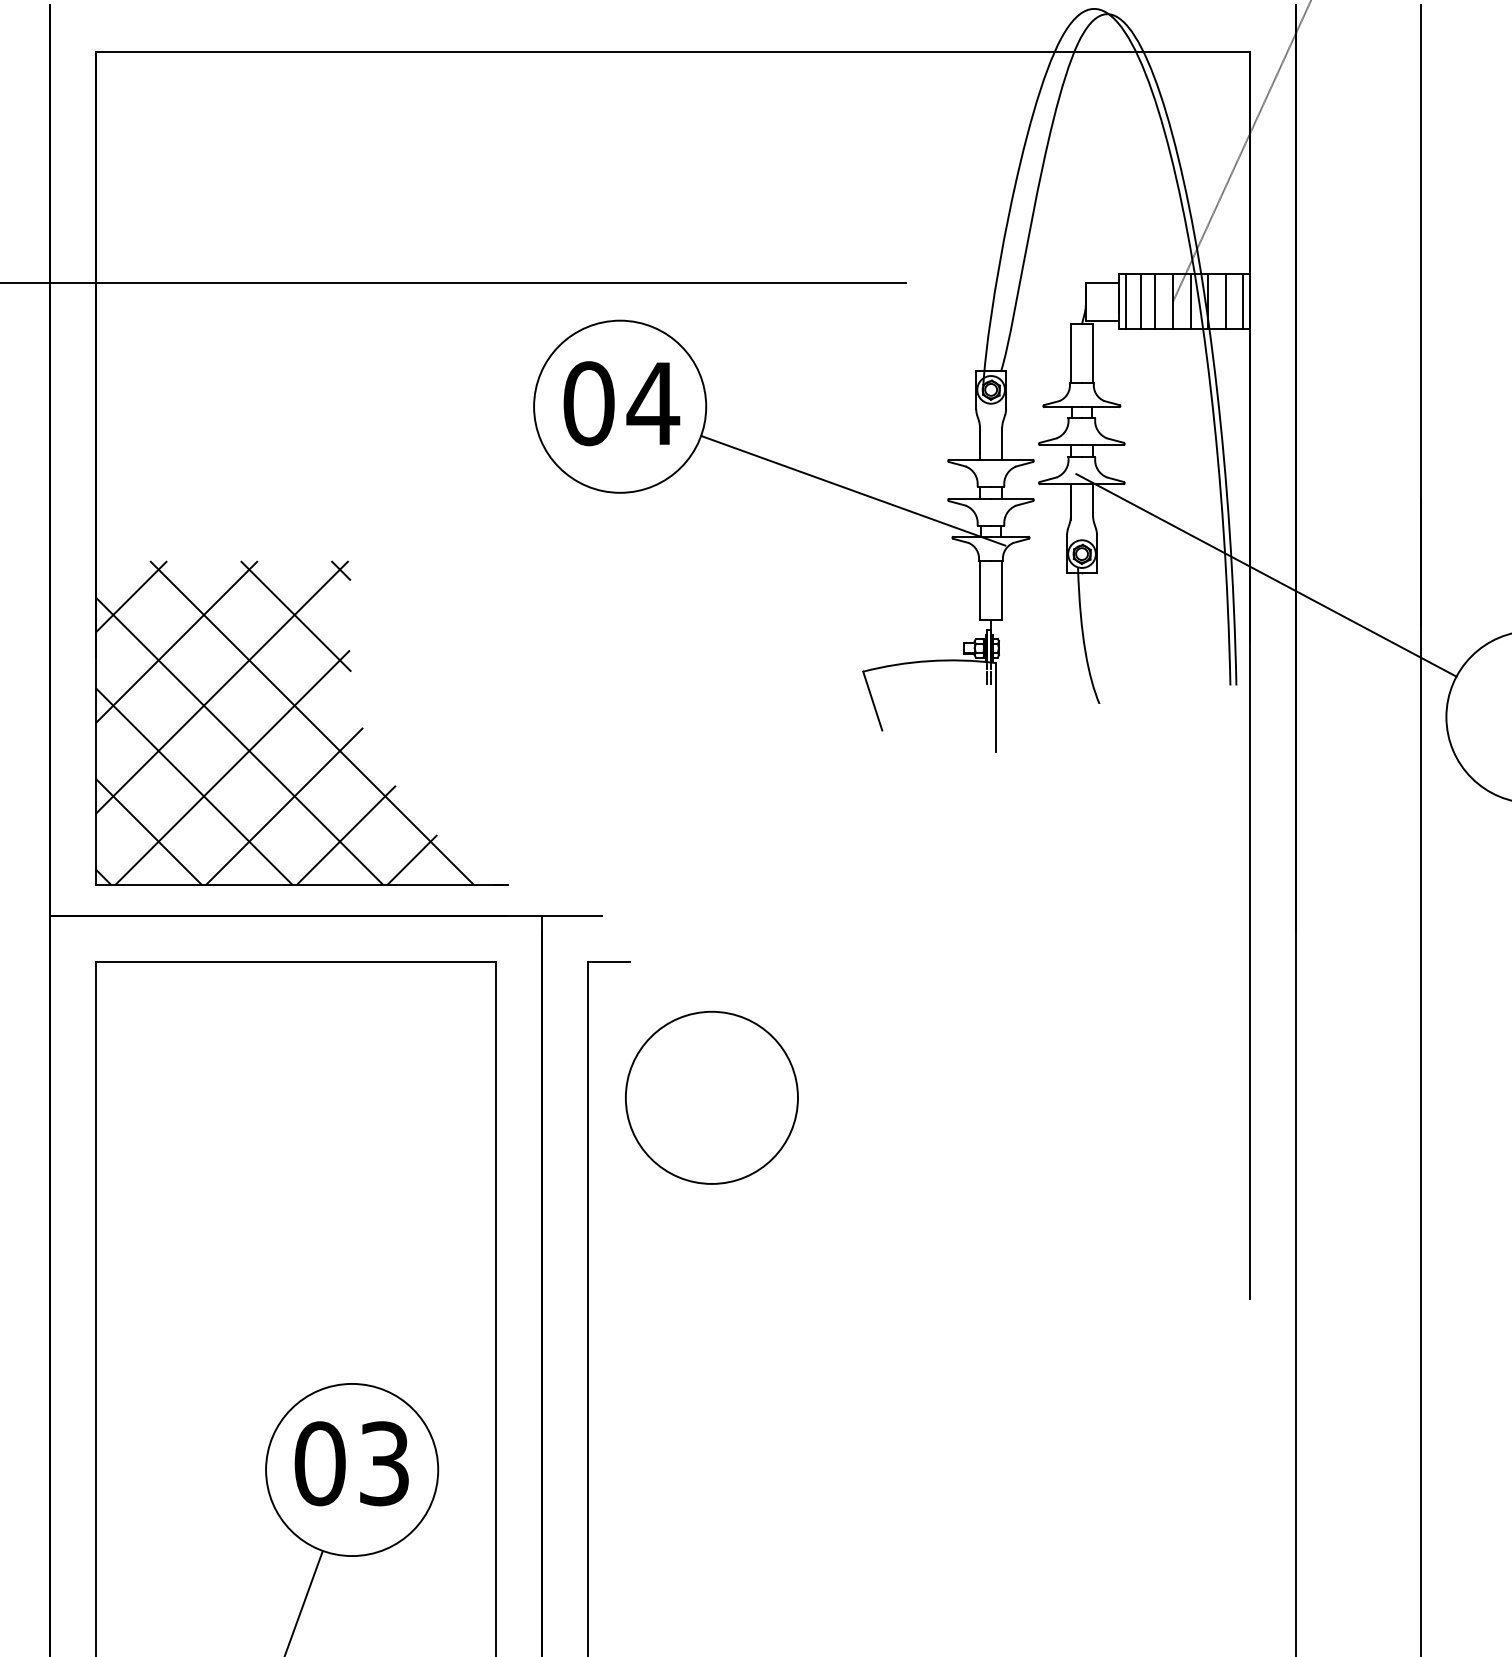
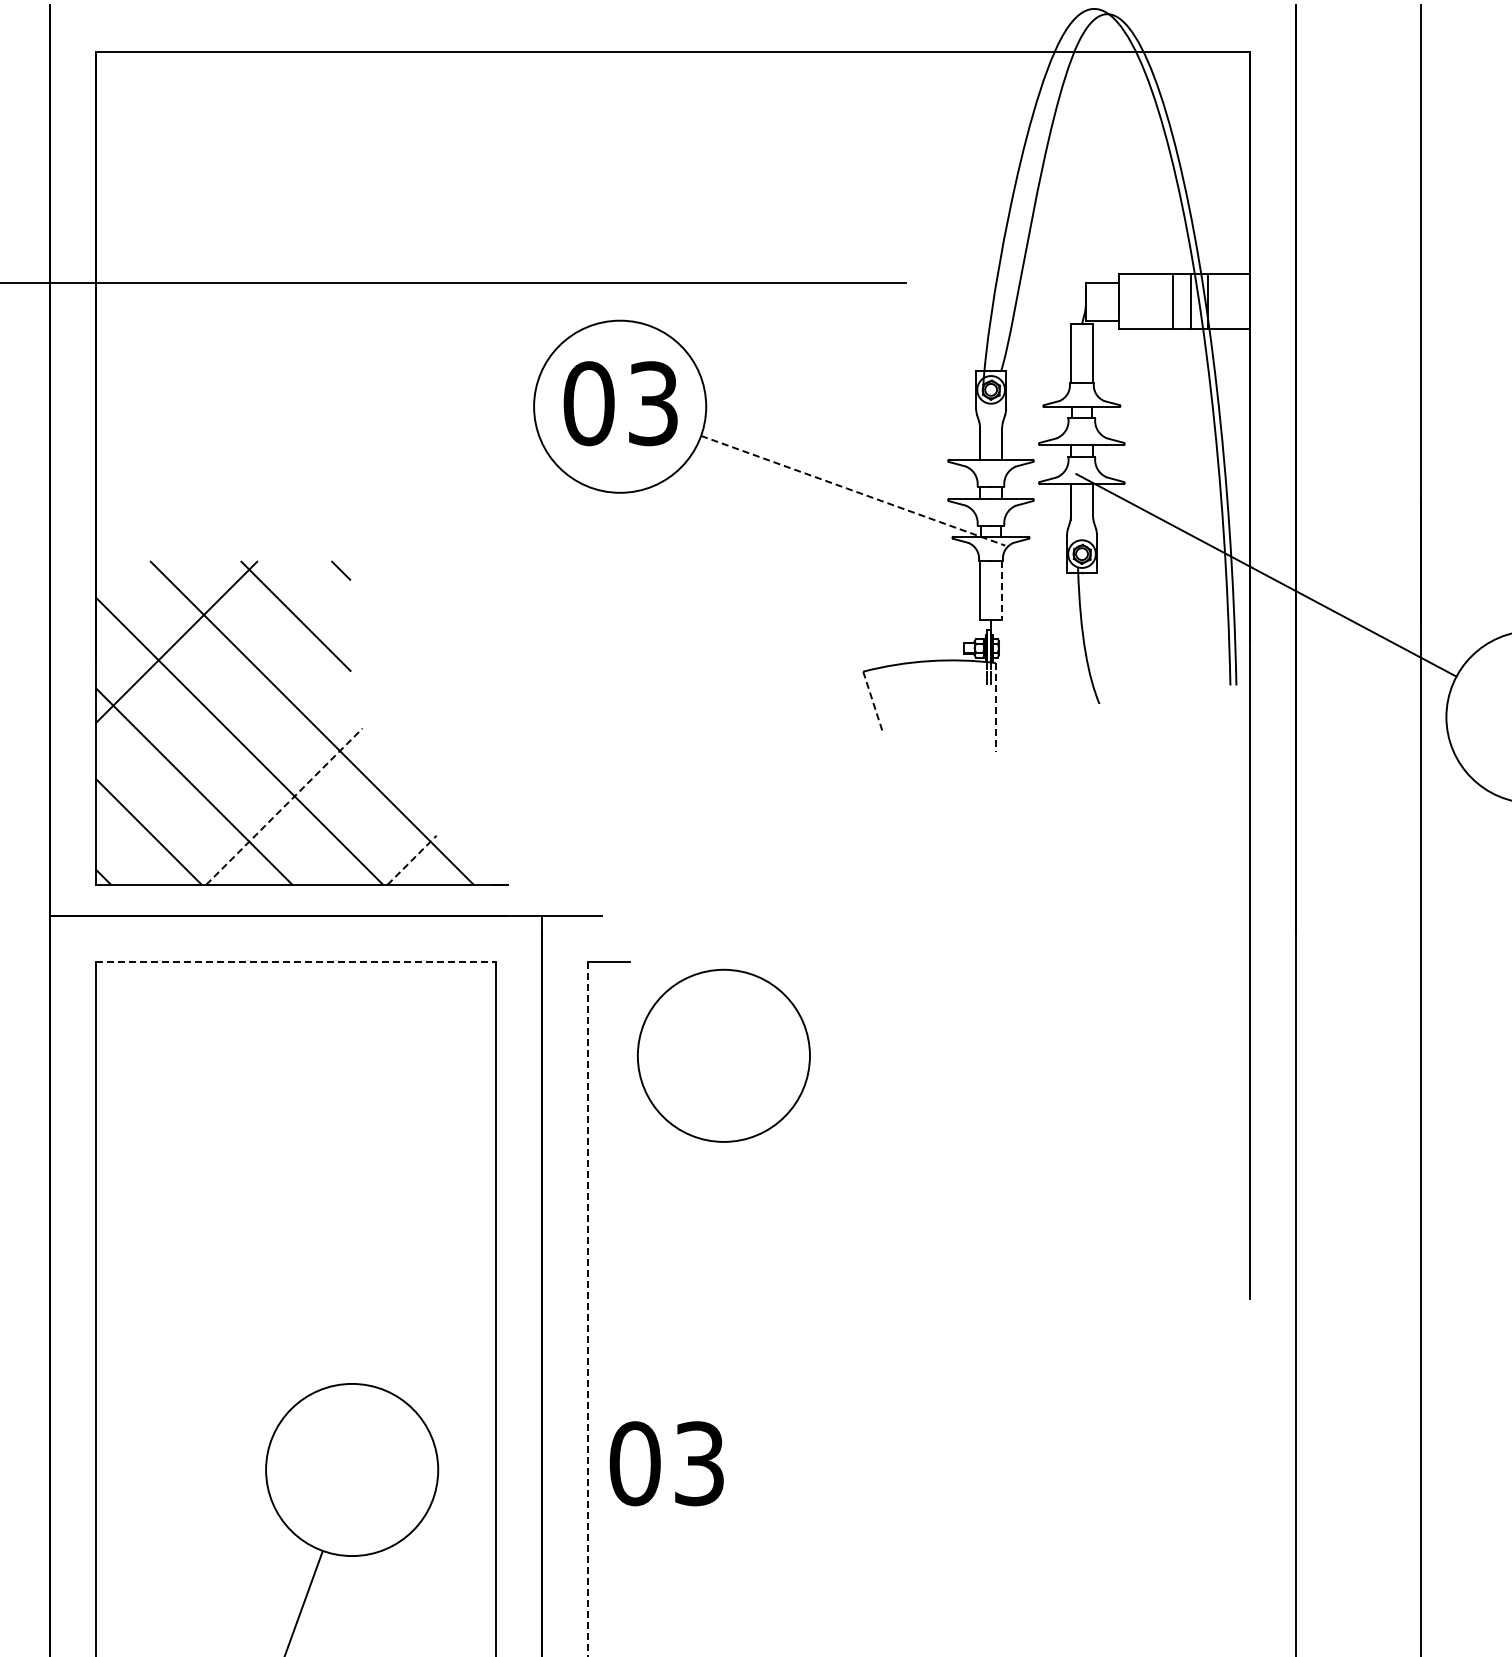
line at (1241, 151): present -> none
line at (1126, 301): present -> none
line at (1140, 301): present -> none
line at (1155, 301): present -> none
line at (1225, 301): present -> none
line at (1243, 301): present -> none
text at (653, 403): 04 -> 03
line at (853, 490): solid -> dashed
line at (1002, 591): solid -> dashed
line at (131, 596): present -> none
line at (221, 687): present -> none
line at (872, 701): solid -> dashed
line at (995, 708): solid -> dashed
line at (232, 767): present -> none
line at (284, 806): solid -> dashed
line at (345, 835): present -> none
line at (412, 860): solid -> dashed
line at (295, 962): solid -> dashed
circle at (711, 1097) position: (711, 1097) -> (723, 1055)
line at (588, 1309): solid -> dashed
text at (351, 1463) position: (351, 1463) -> (666, 1463)
